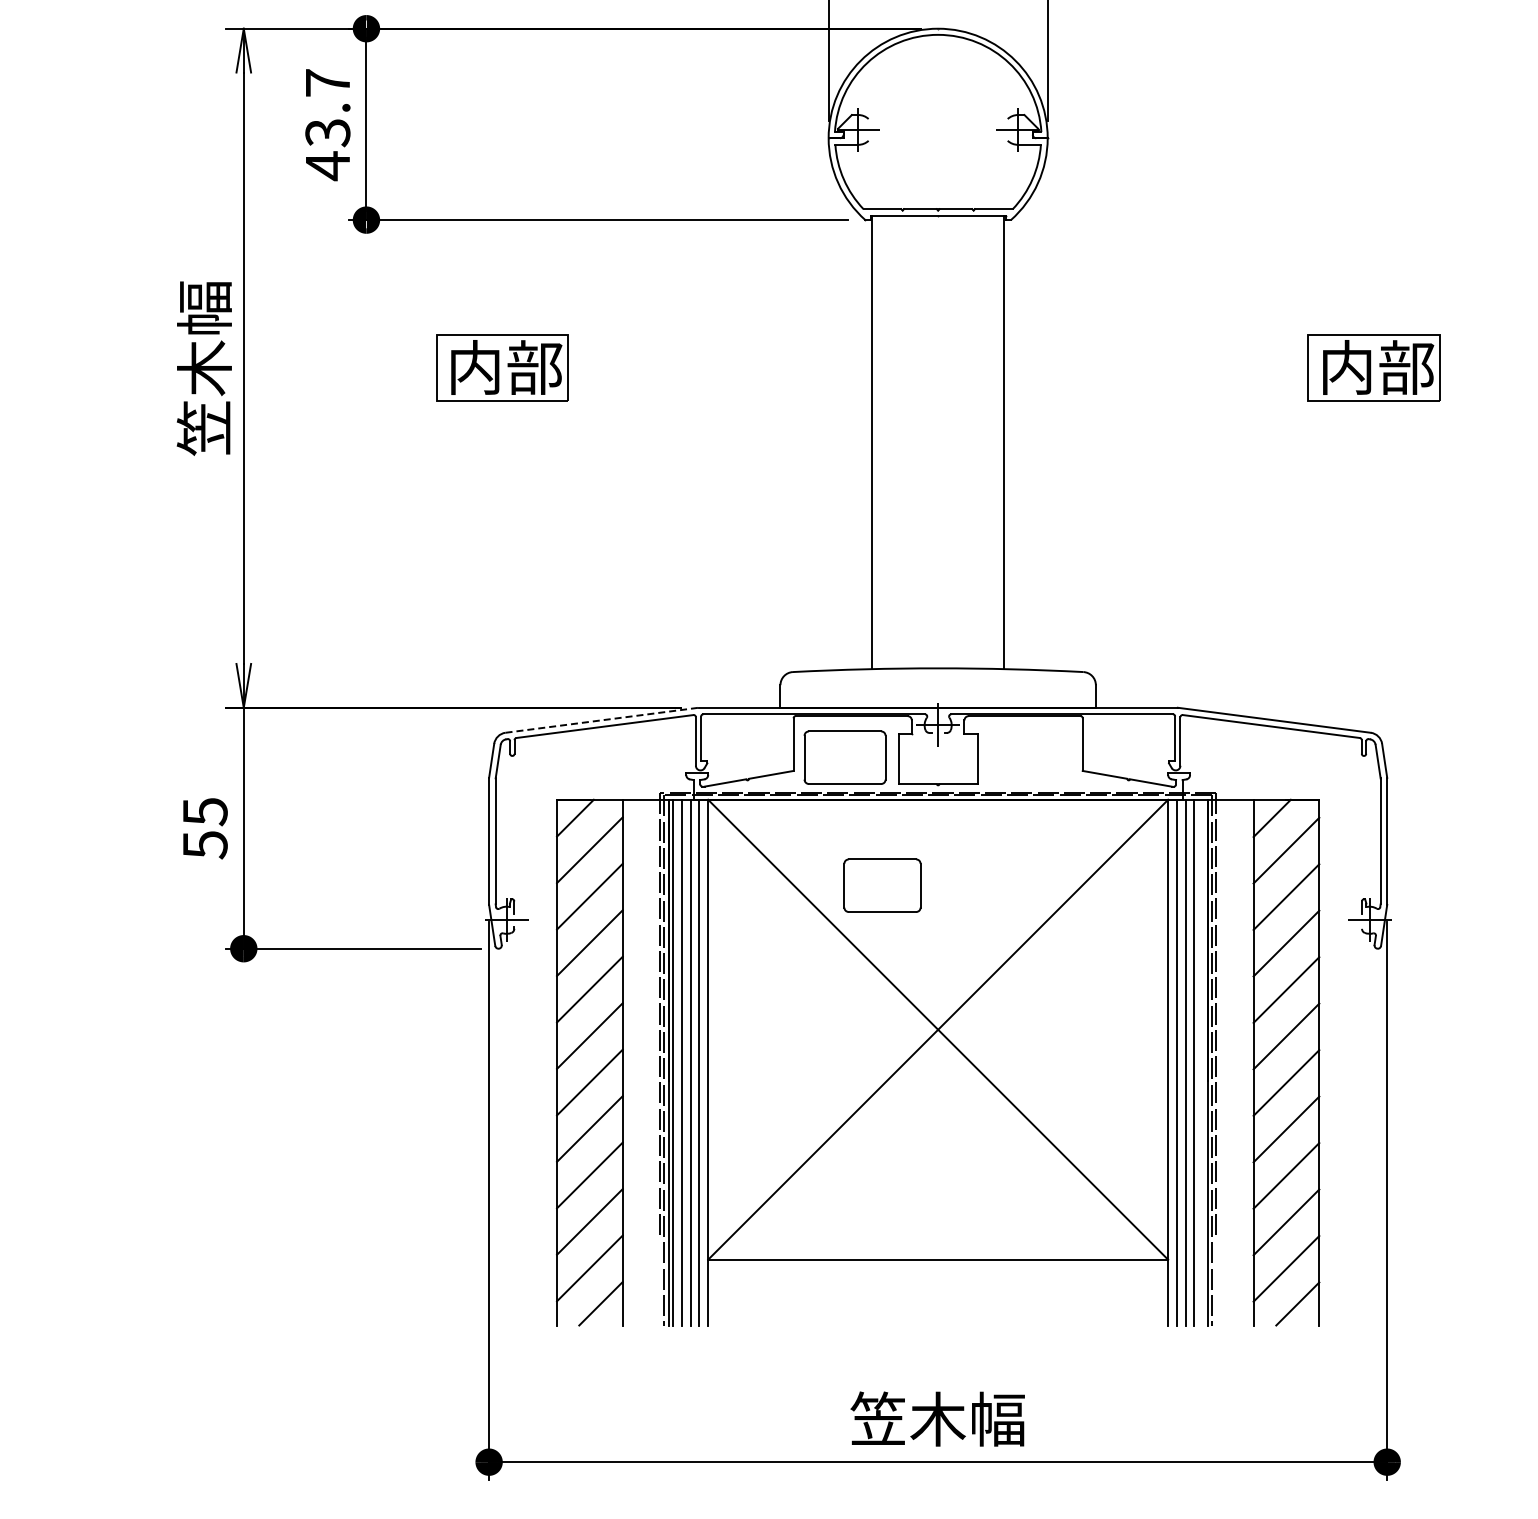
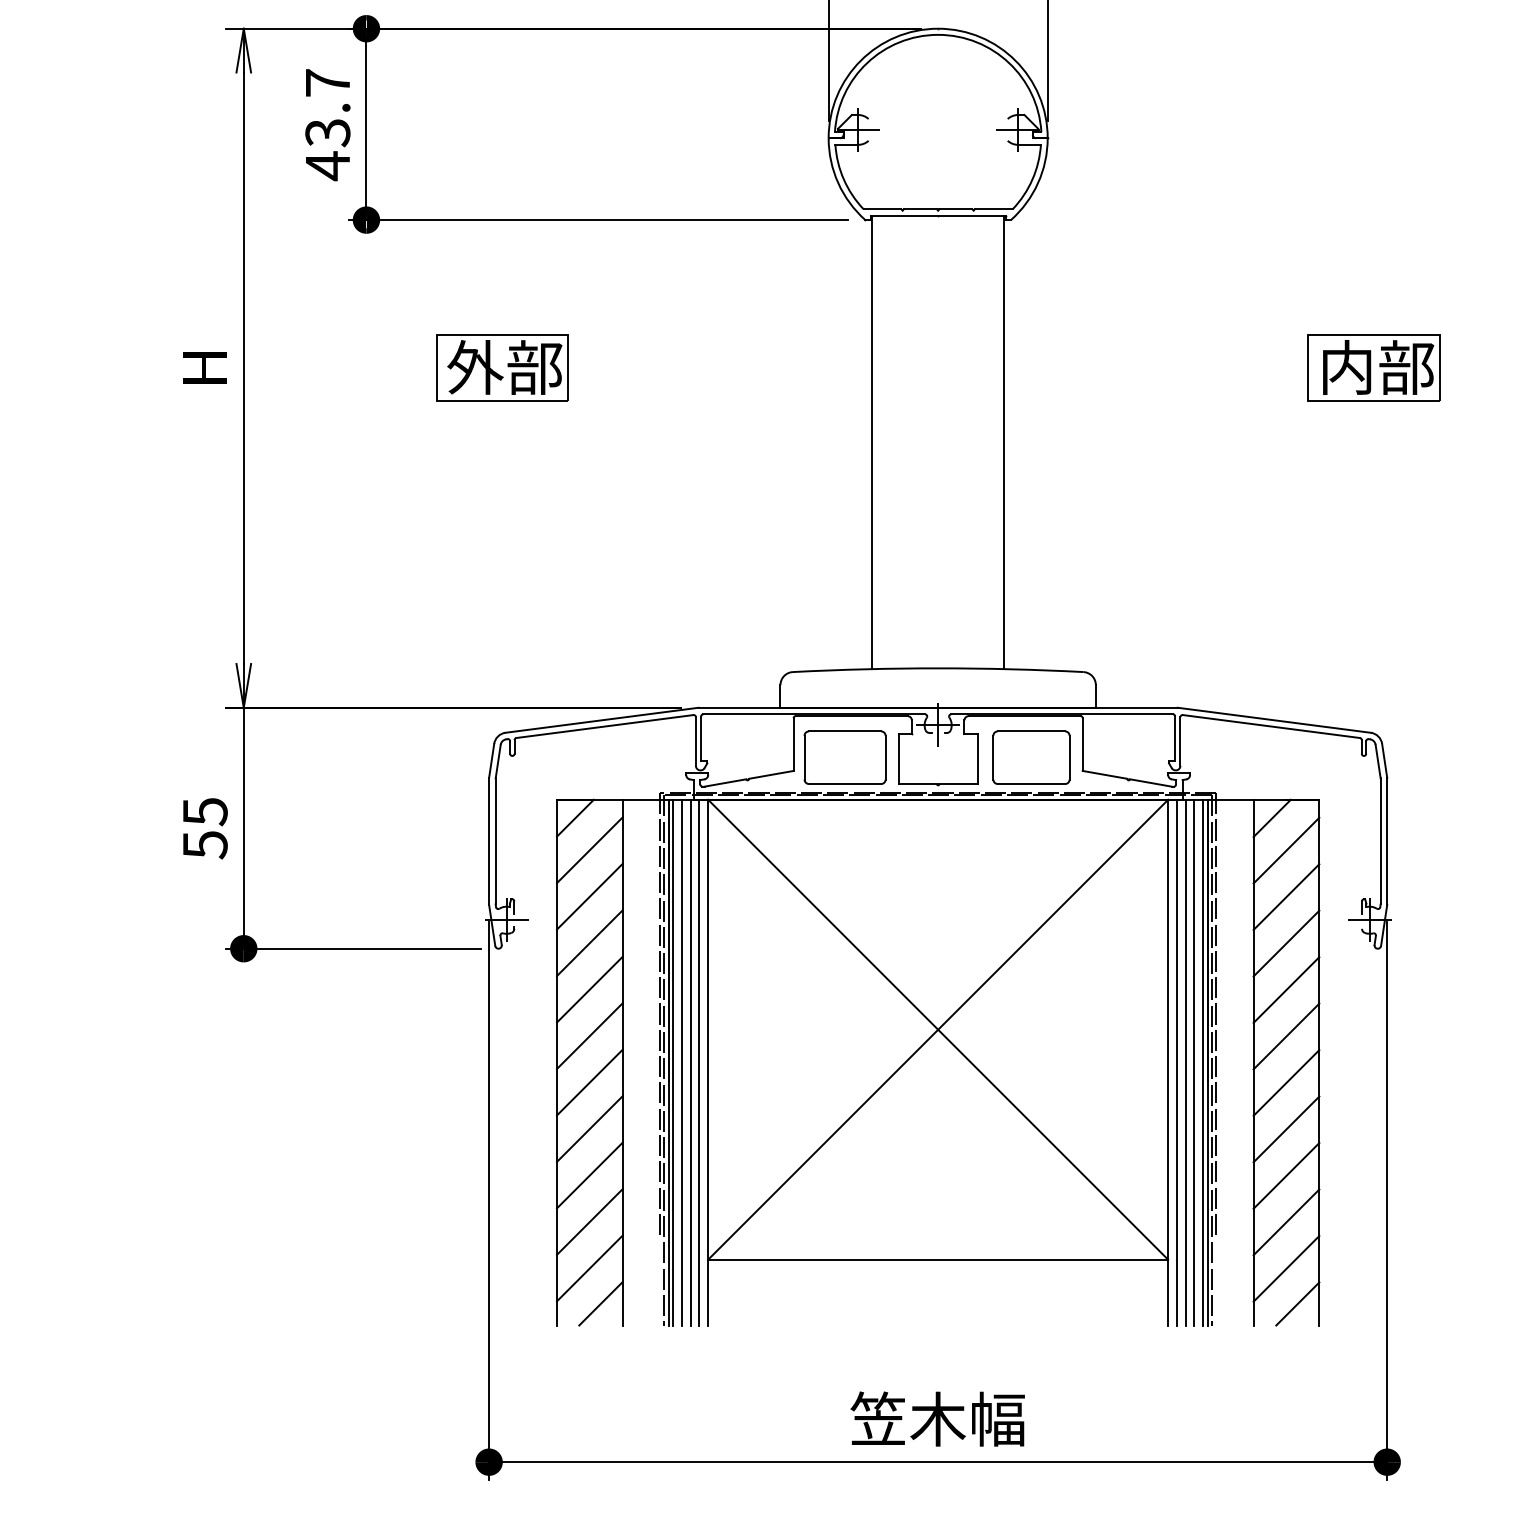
text at (475, 367): 内部 -> 外部
text at (203, 368): 笠木幅 -> H
line at (602, 720): dashed -> solid
part at (882, 885) position: (882, 885) -> (1031, 757)
line at (1203, 1062): none -> present
